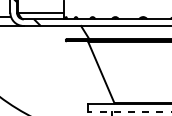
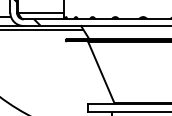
line at (42, 30): none -> present
line at (129, 112): dashed -> solid
